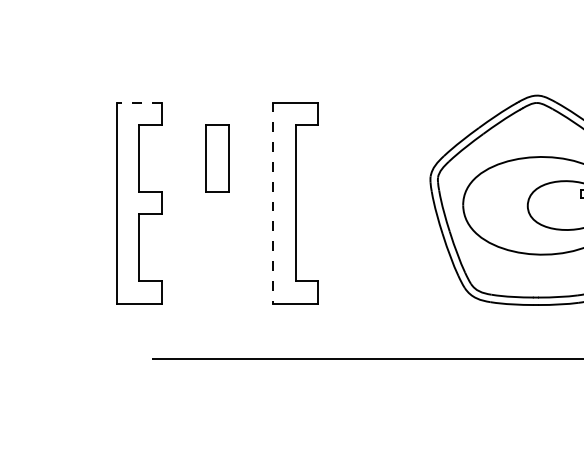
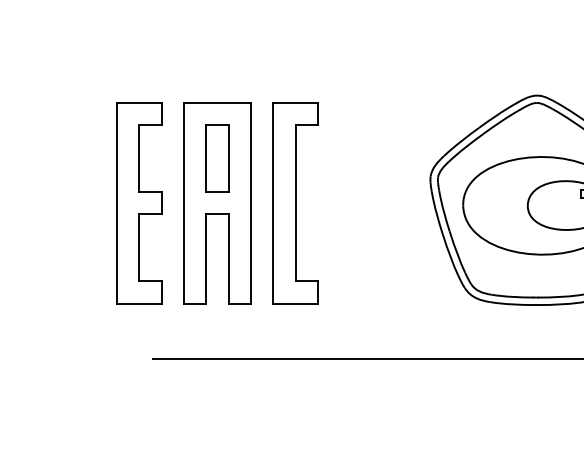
line at (138, 102): dashed -> solid
part at (217, 203): none -> present
line at (273, 203): dashed -> solid
